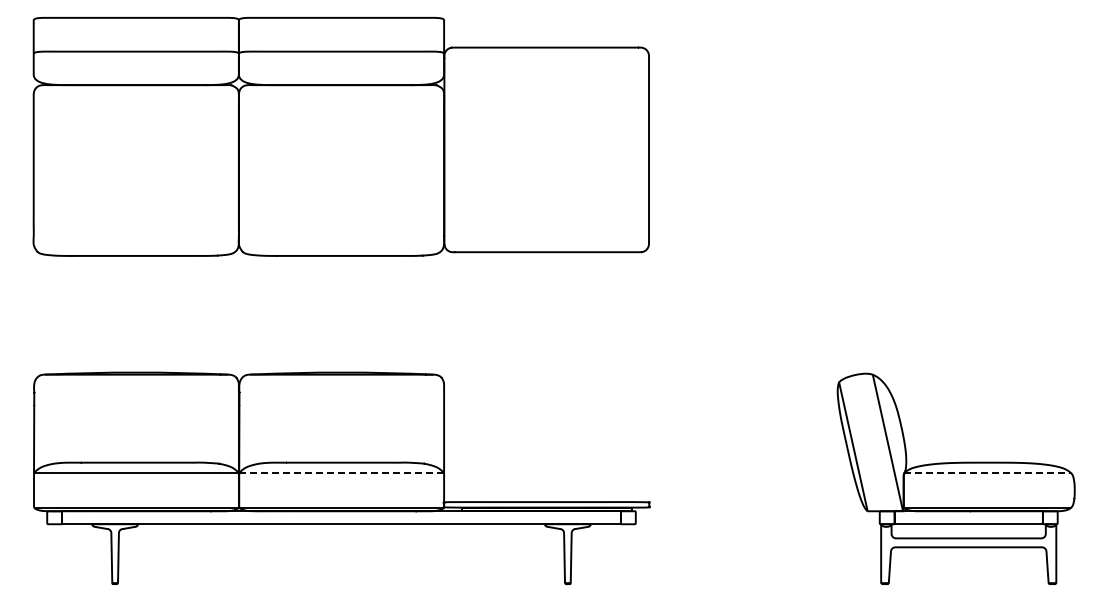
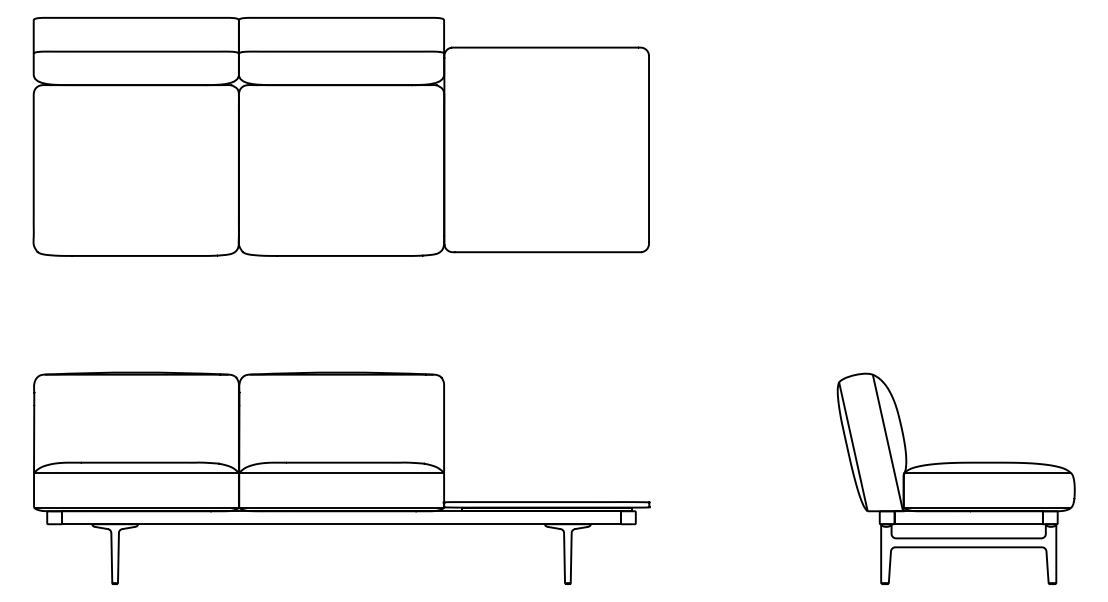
line at (342, 473): dashed -> solid
line at (987, 473): dashed -> solid
